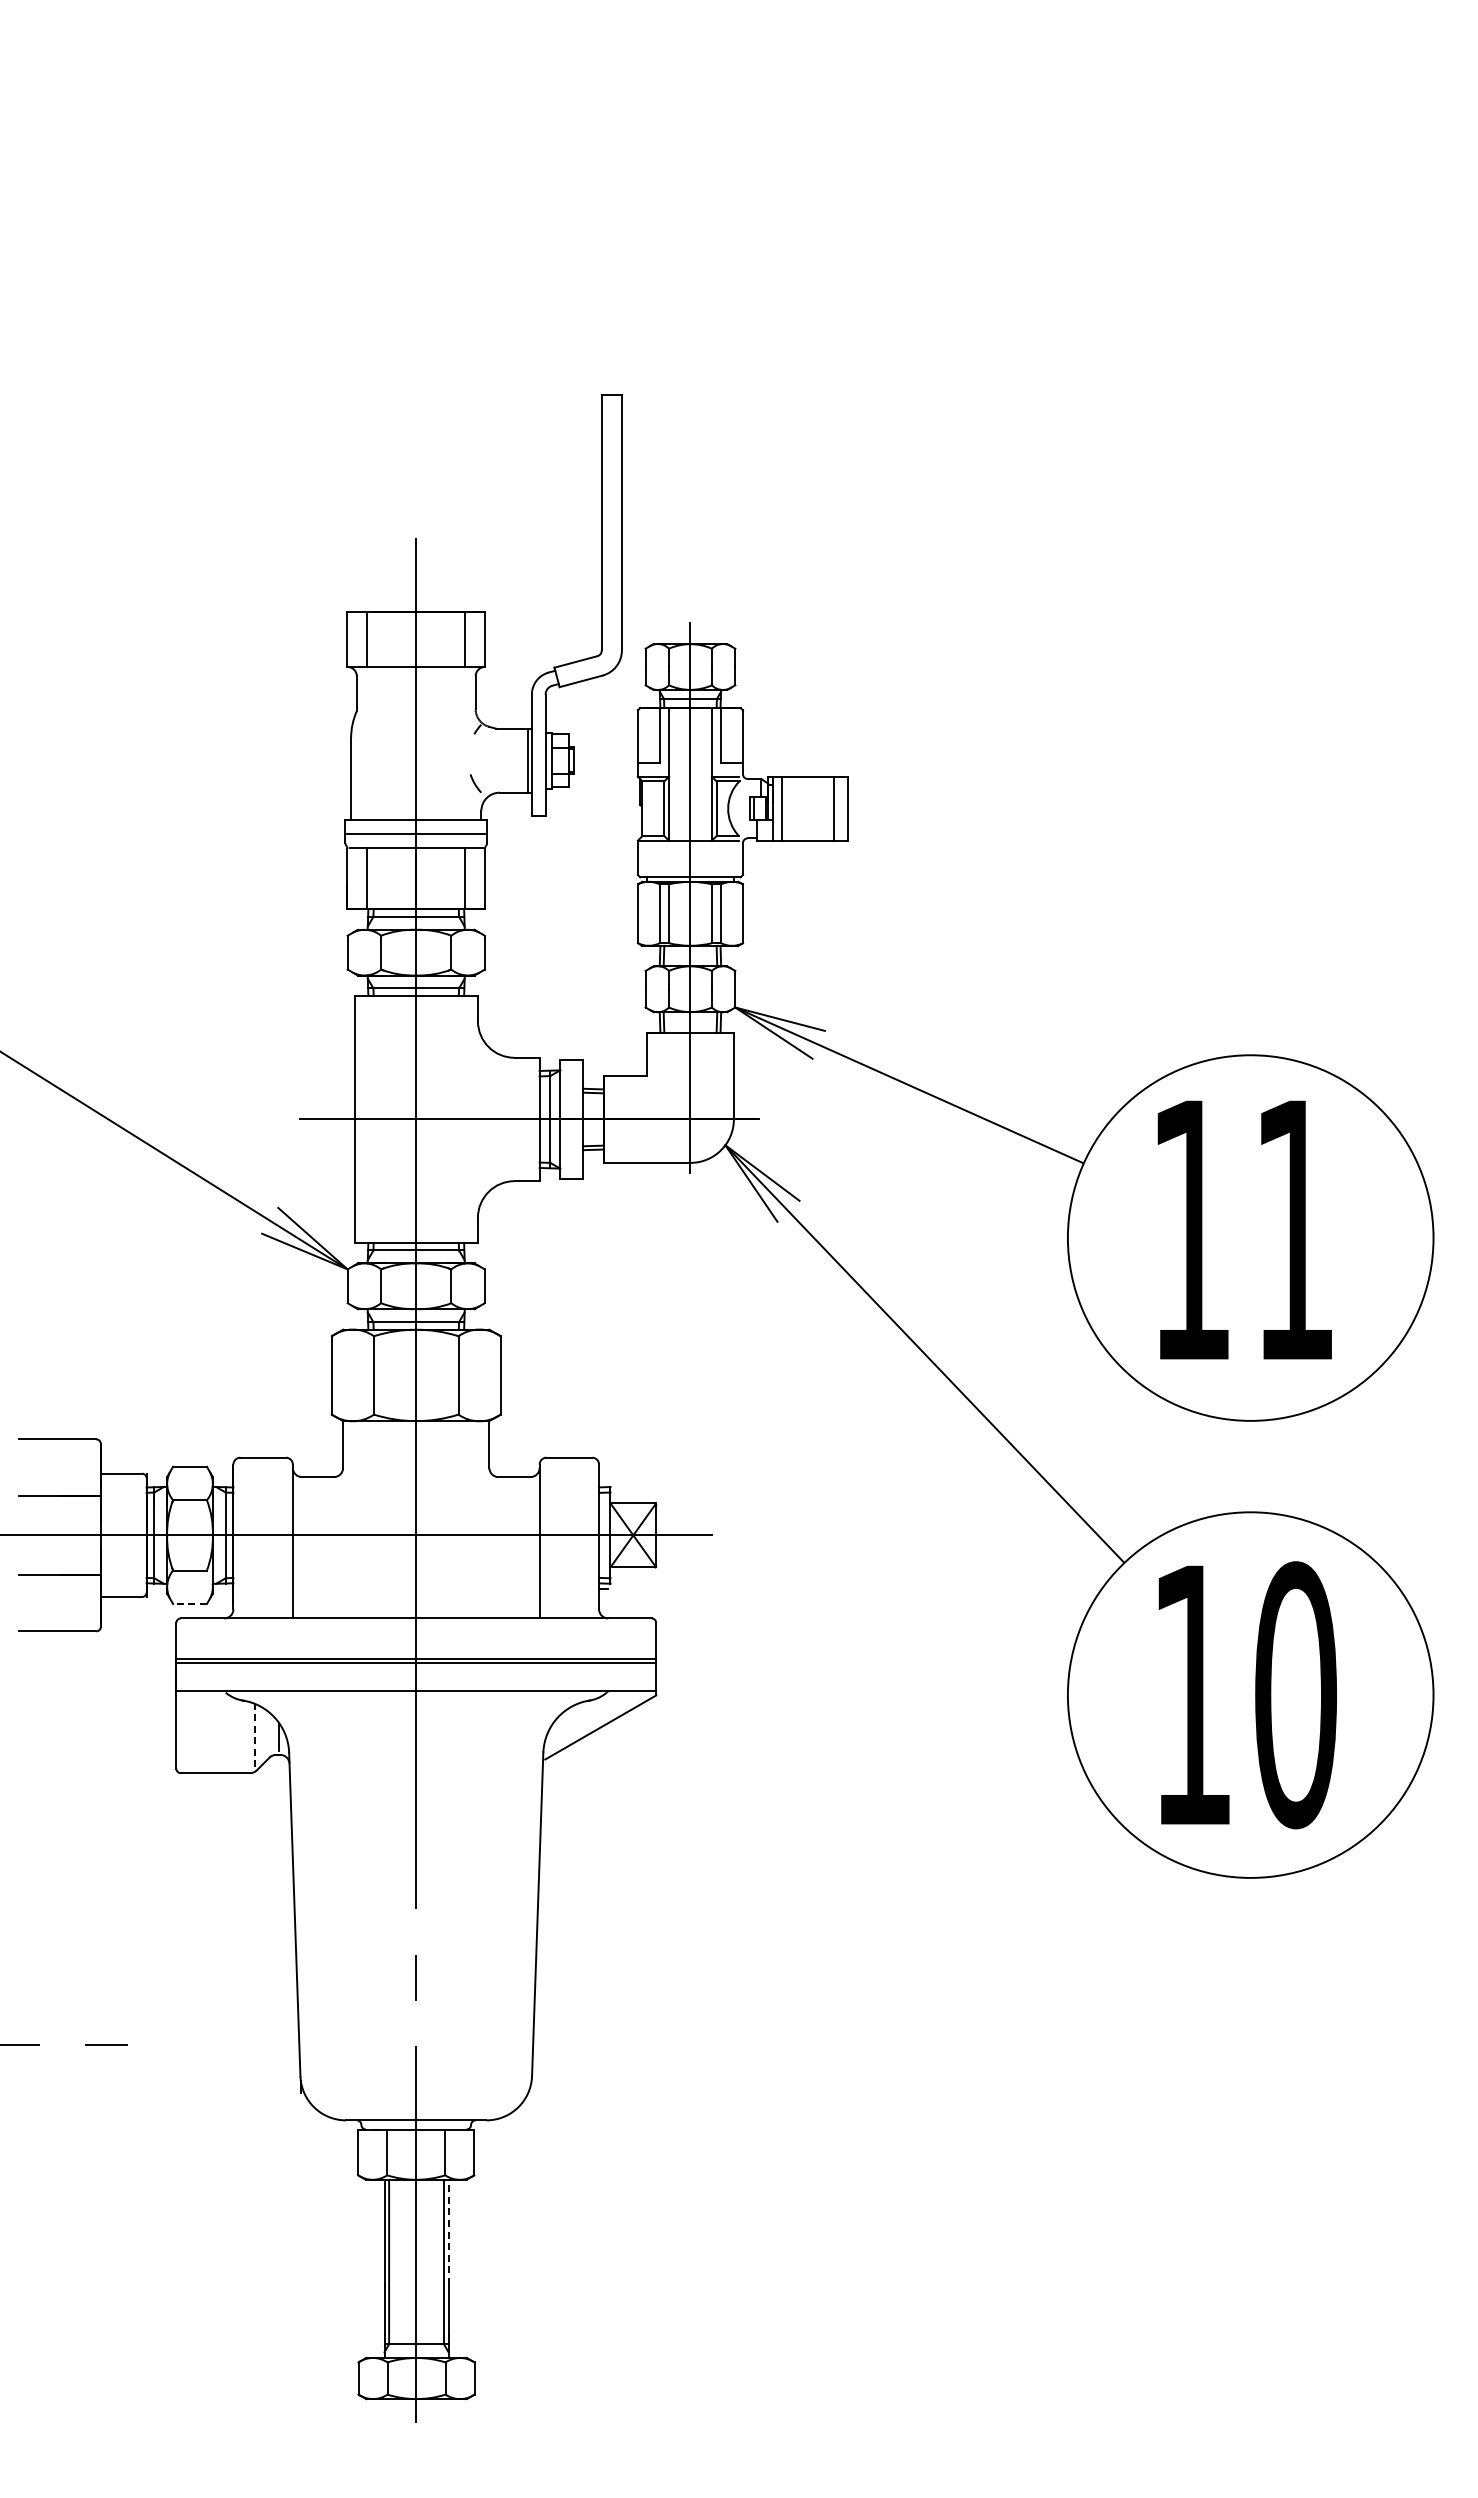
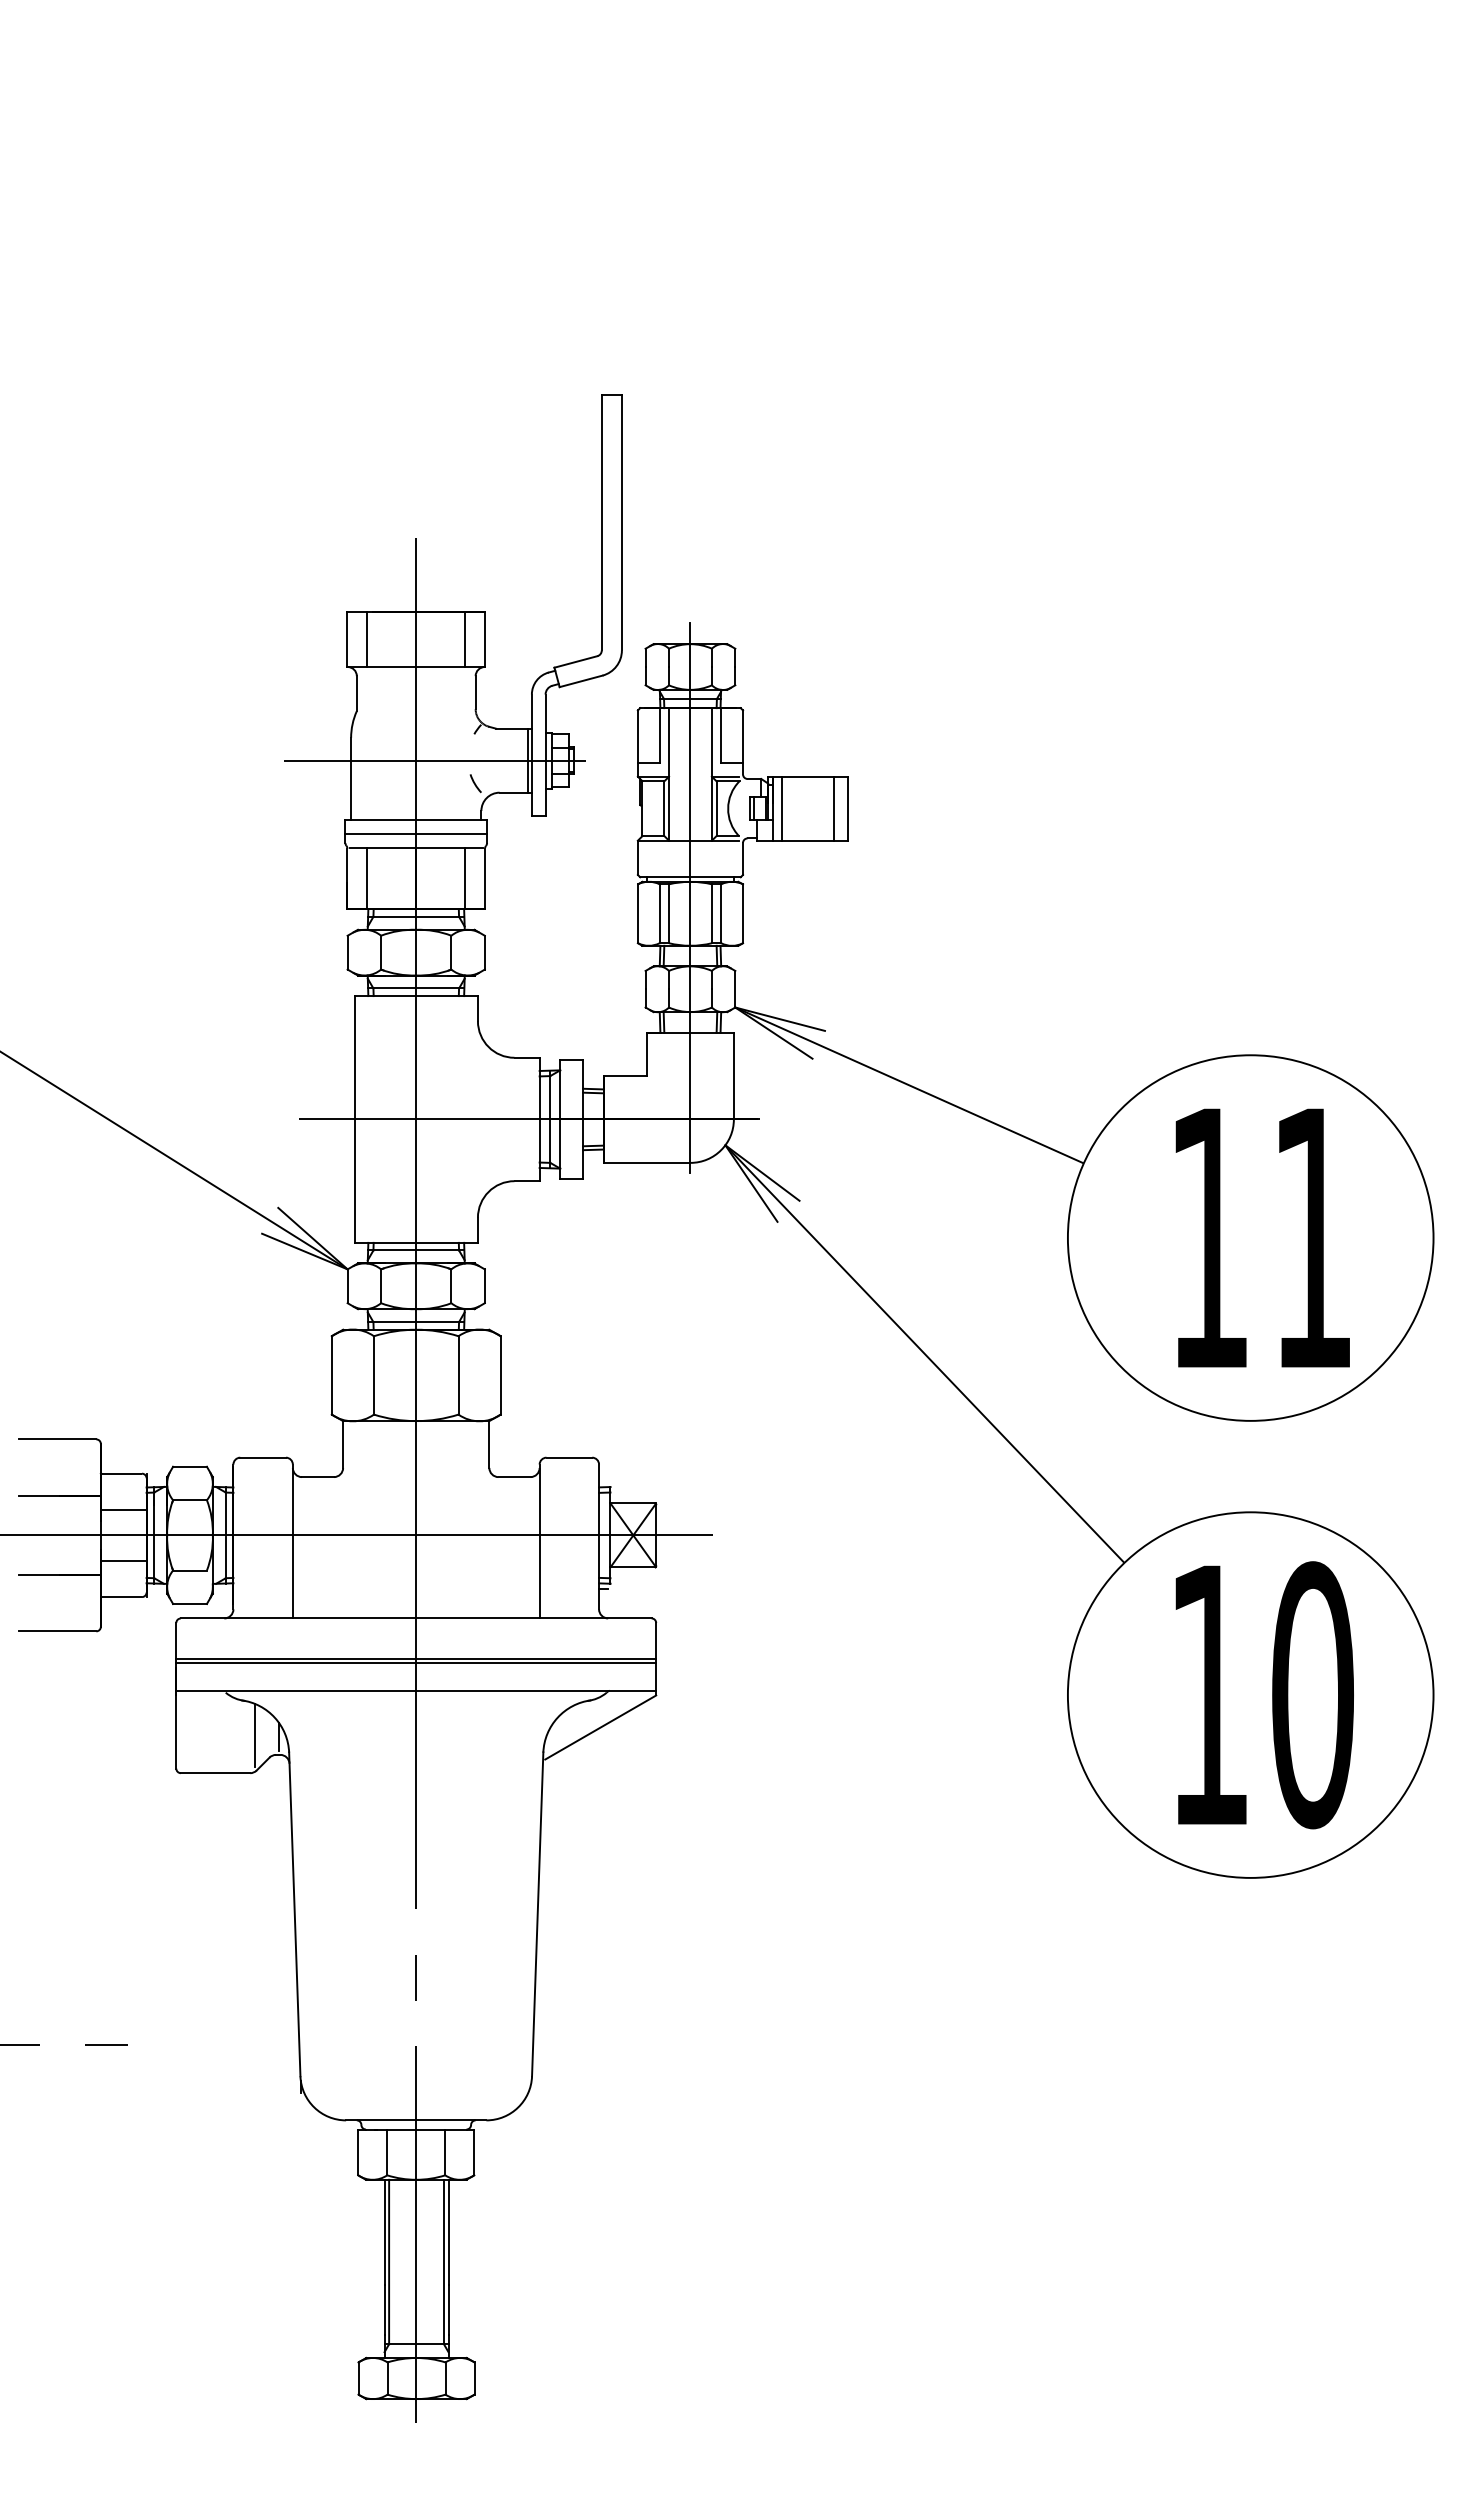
line at (434, 760): none -> present
text at (1244, 1229) position: (1244, 1229) -> (1262, 1237)
line at (123, 1509): none -> present
line at (123, 1560): none -> present
line at (190, 1603): dashed -> solid
text at (1247, 1695) position: (1247, 1695) -> (1264, 1695)
line at (254, 1735): dashed -> solid
line at (448, 2232): dashed -> solid
